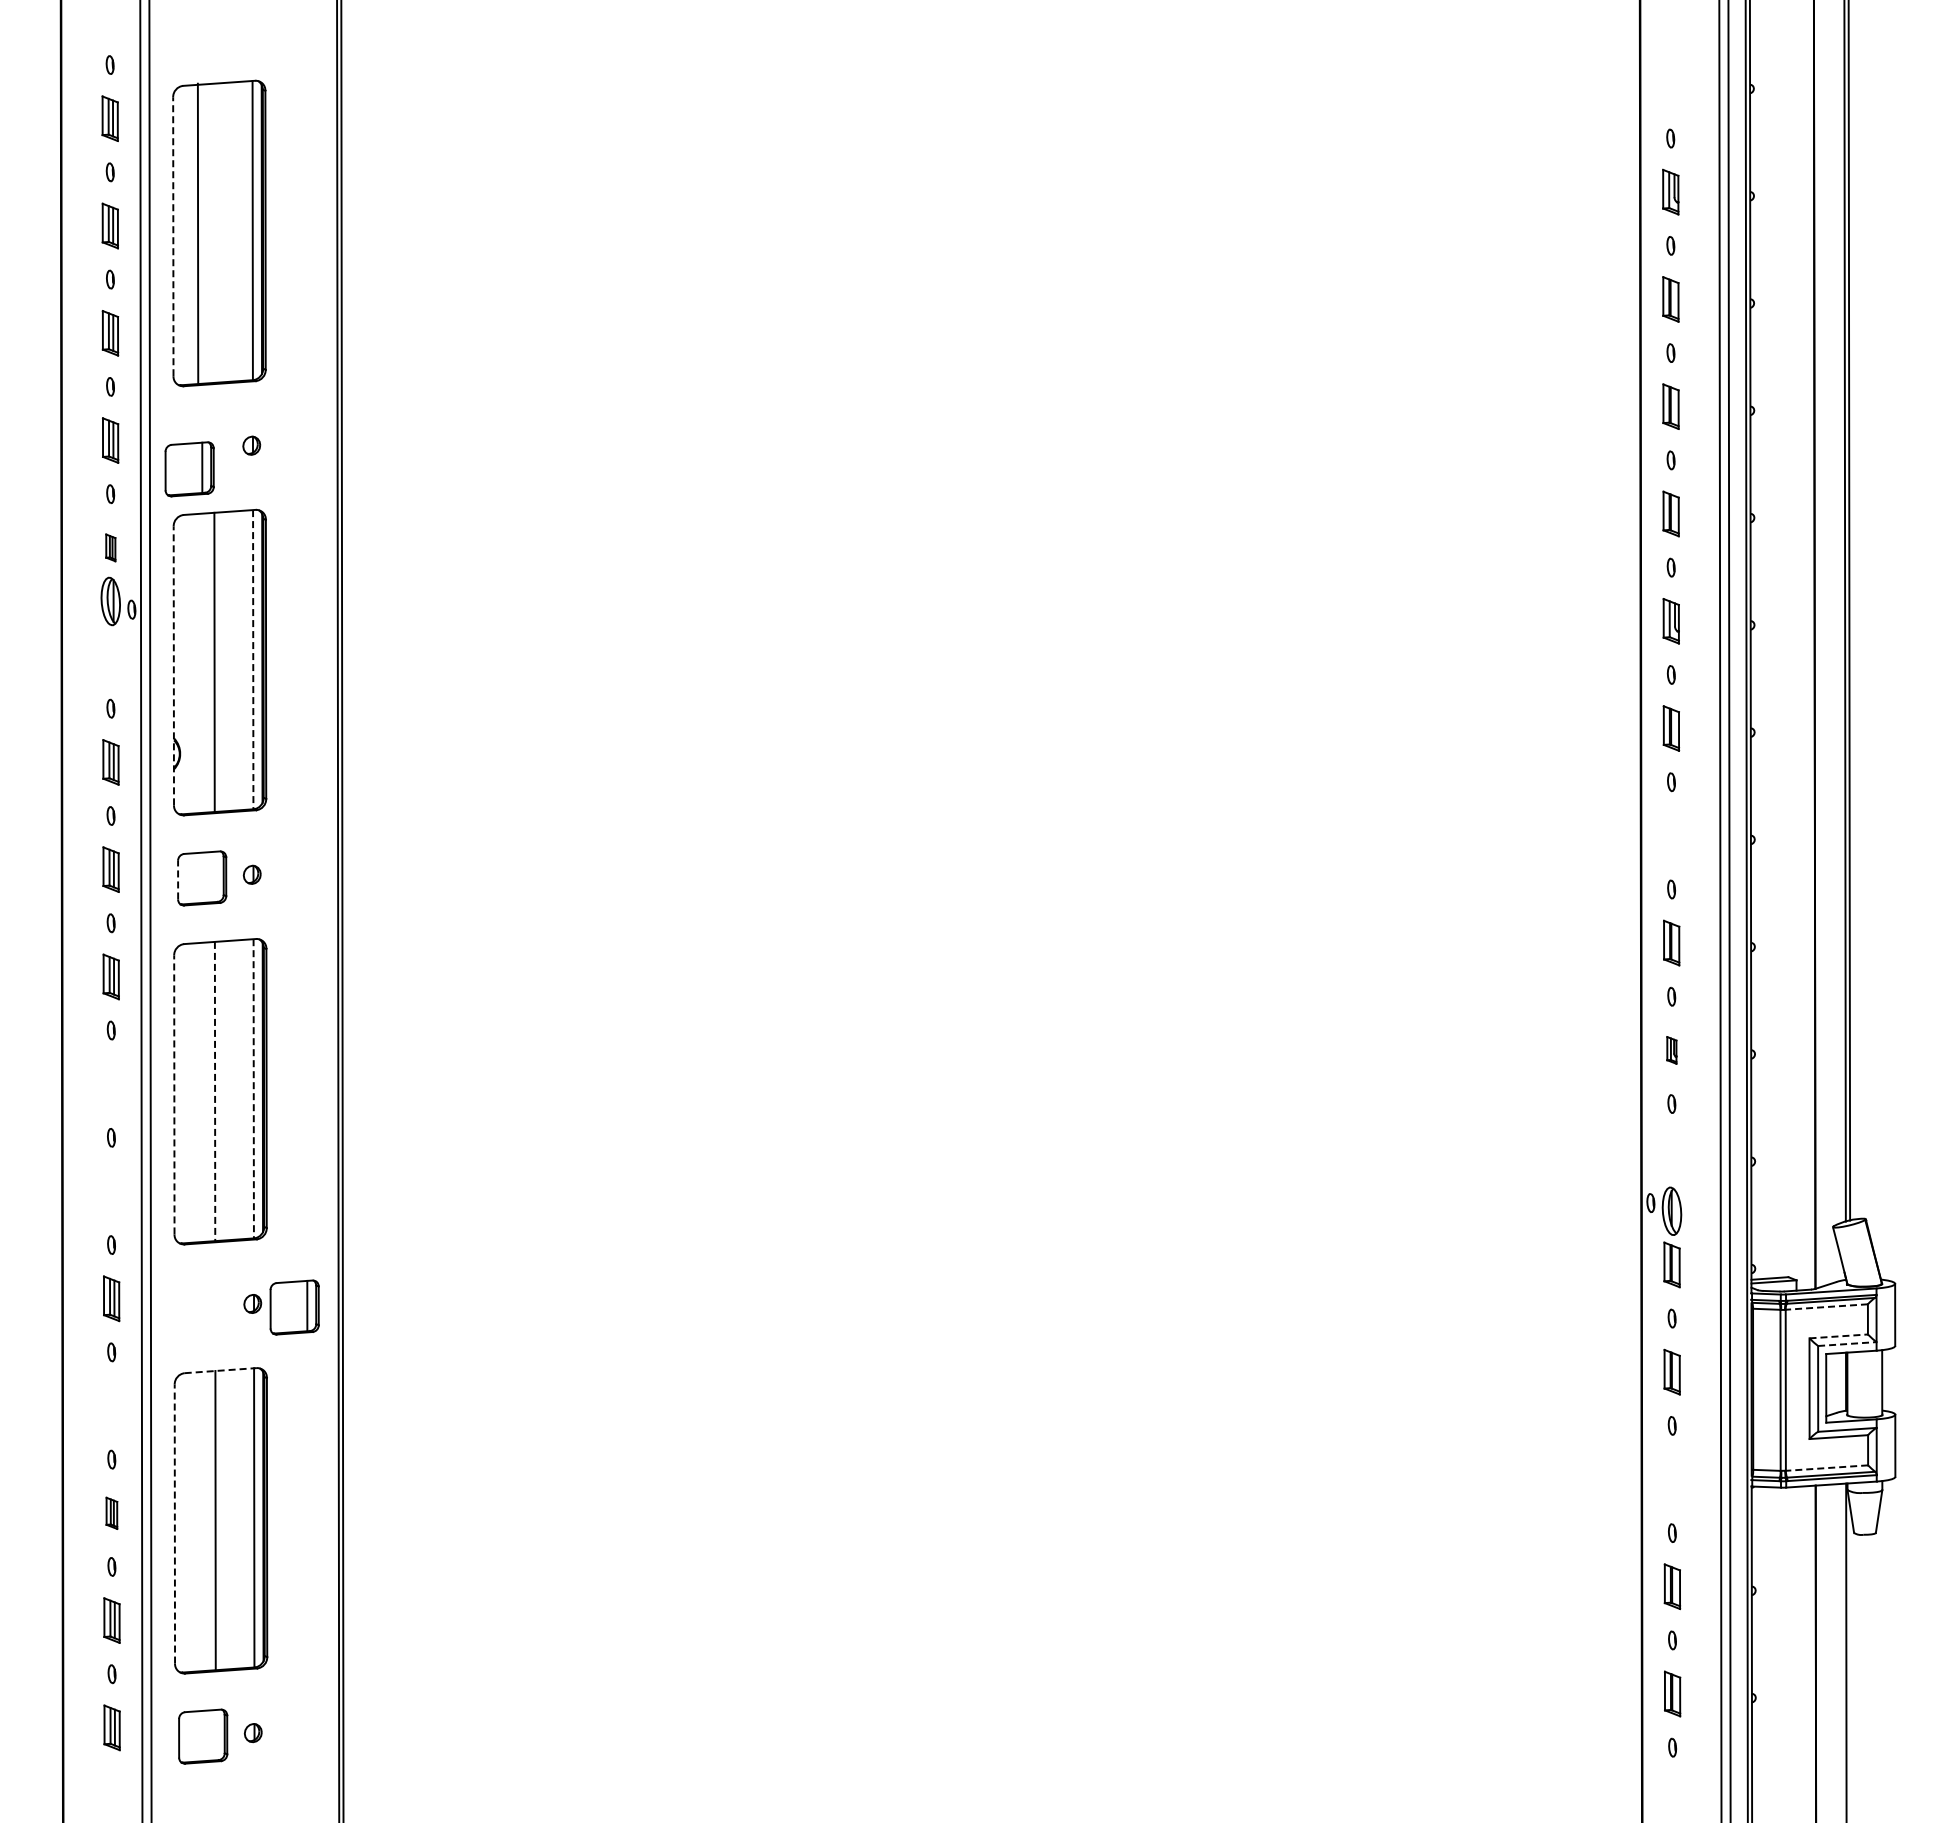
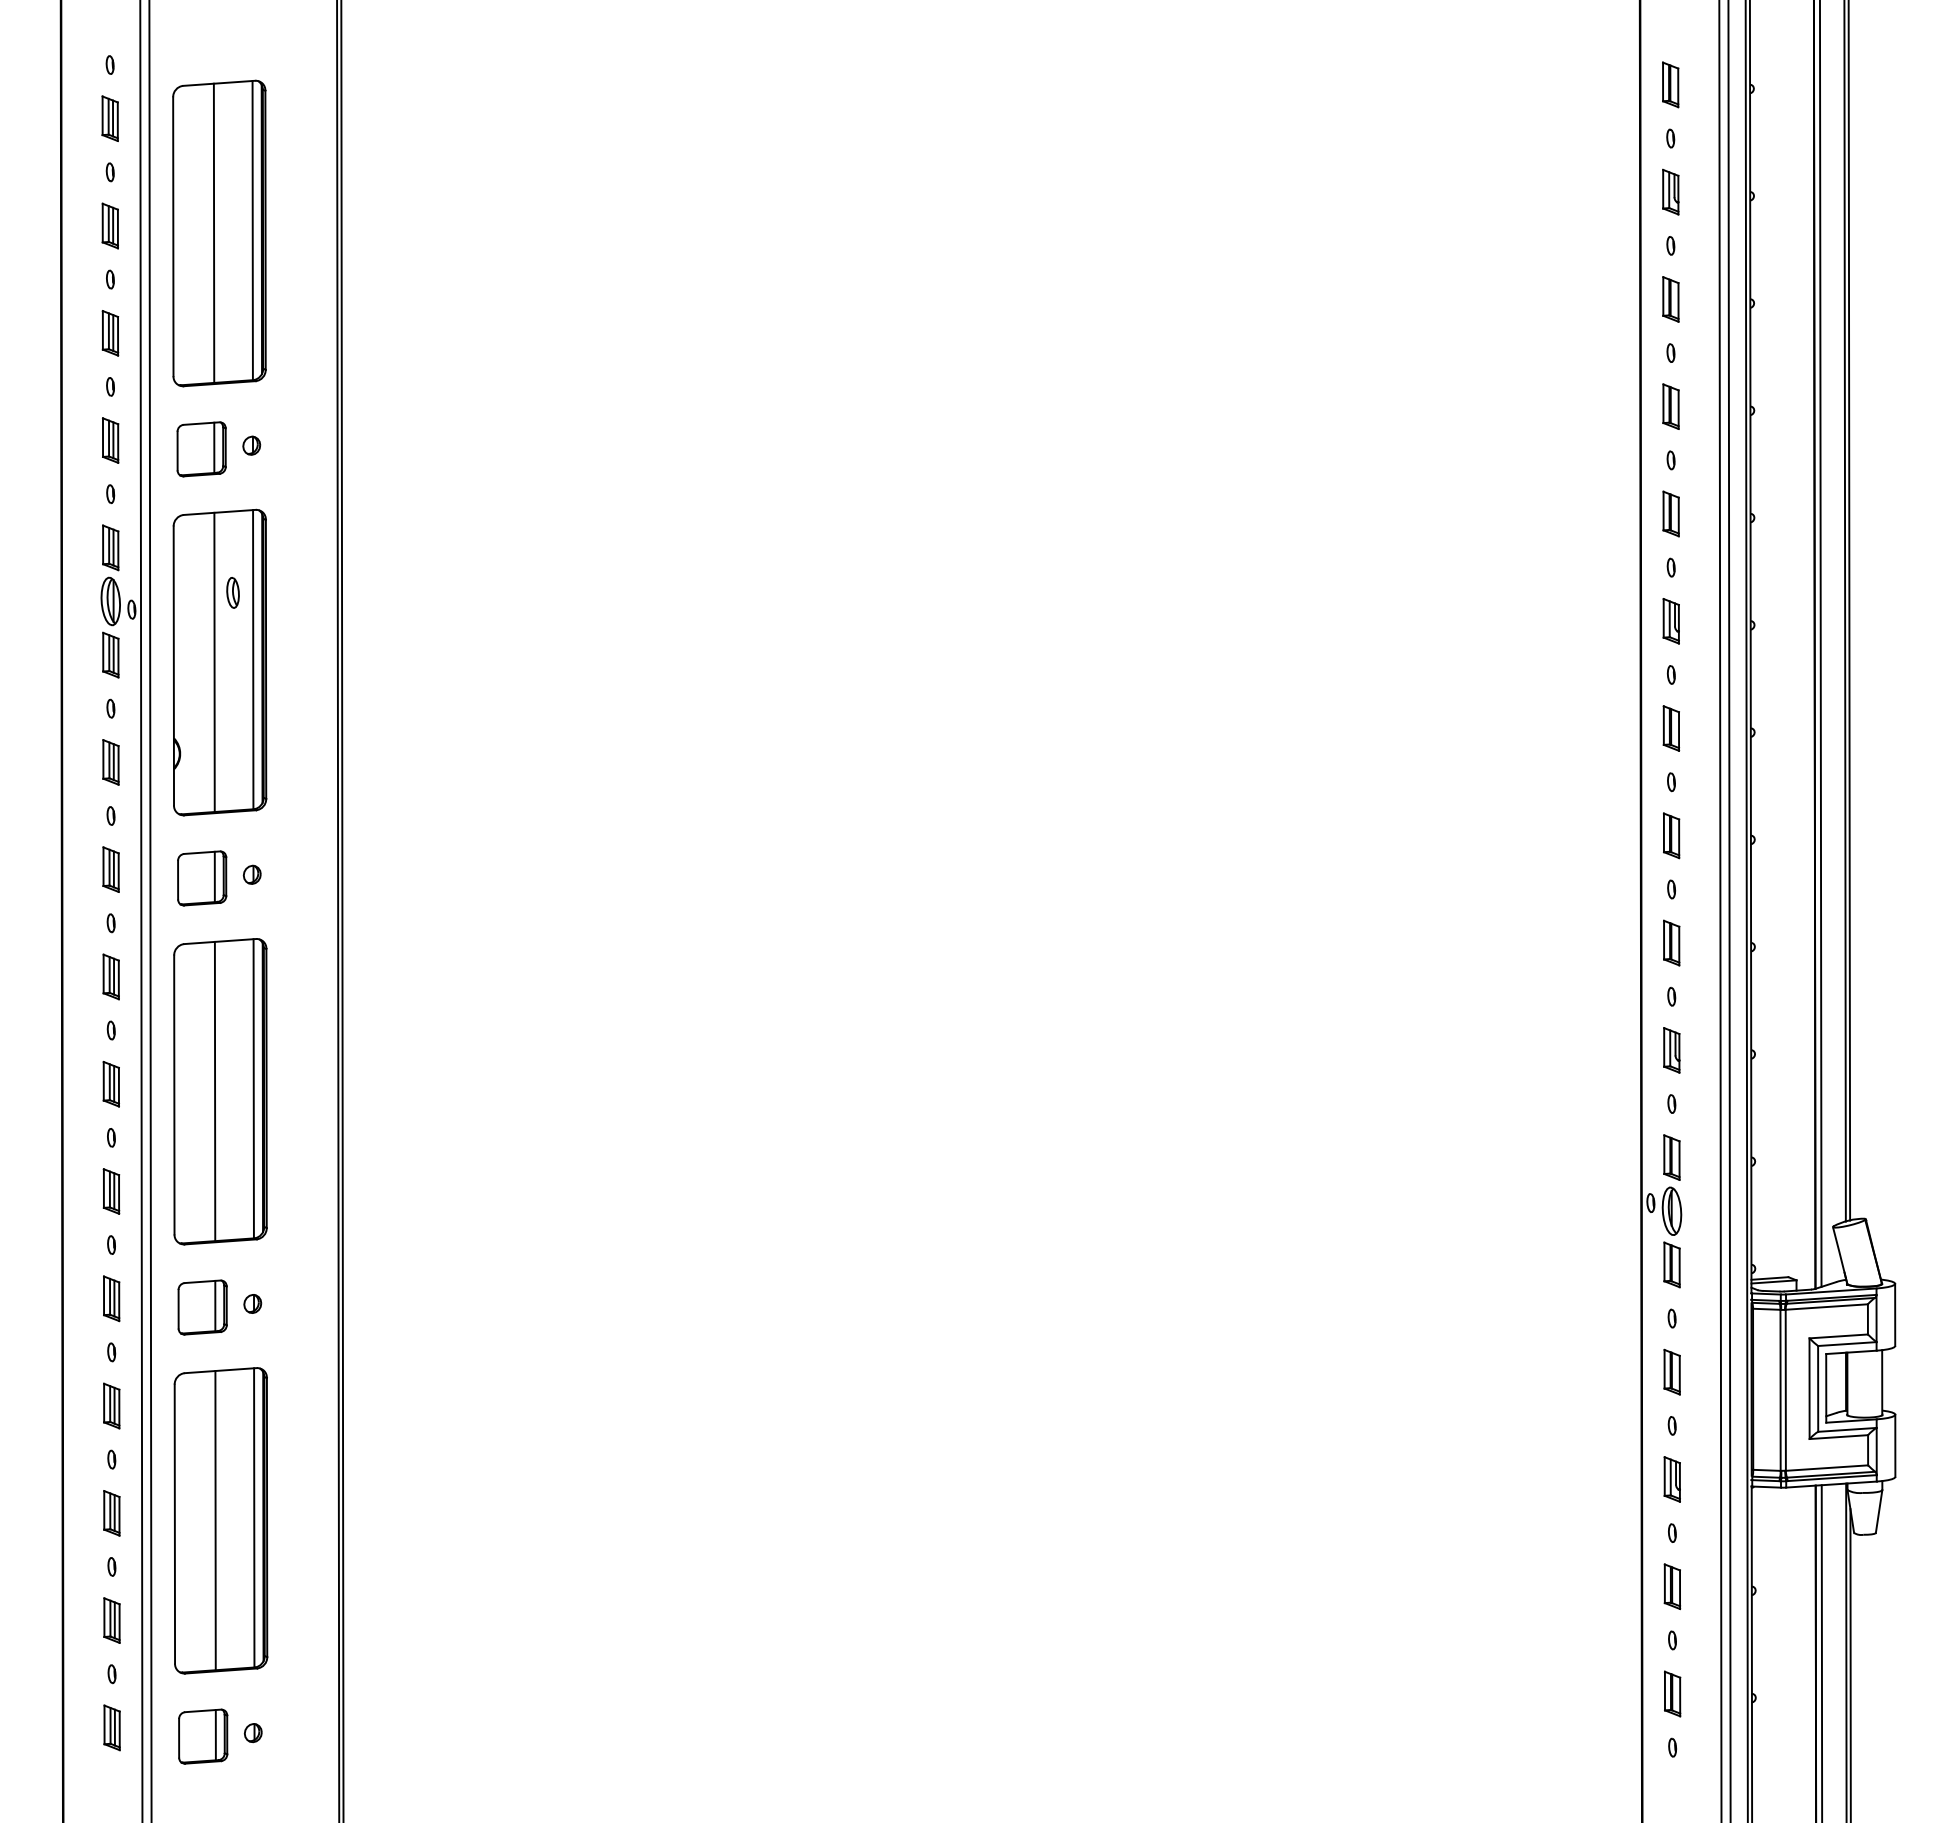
part at (1670, 84): none -> present
line at (197, 232) position: (197, 232) -> (213, 232)
line at (173, 236): dashed -> solid
part at (189, 469) position: (189, 469) -> (201, 449)
part at (110, 547) size: 12x30 px -> 18x48 px
part at (232, 592): none -> present
line at (1820, 644): none -> present
part at (110, 654): none -> present
line at (253, 659): dashed -> solid
line at (173, 665): dashed -> solid
part at (1671, 835): none -> present
line at (214, 876): none -> present
line at (178, 879): dashed -> solid
part at (1671, 1050) size: 12x29 px -> 18x47 px
part at (110, 1084): none -> present
line at (253, 1088): dashed -> solid
line at (215, 1091): dashed -> solid
line at (174, 1094): dashed -> solid
part at (1671, 1157): none -> present
part at (111, 1191): none -> present
part at (294, 1307) position: (294, 1307) -> (202, 1307)
line at (1826, 1307): dashed -> solid
line at (1839, 1336): dashed -> solid
line at (1847, 1344): dashed -> solid
line at (221, 1370): dashed -> solid
part at (111, 1405): none -> present
line at (1826, 1468): dashed -> solid
part at (1671, 1479): none -> present
part at (111, 1512) size: 14x34 px -> 18x47 px
line at (174, 1523): dashed -> solid
line at (1821, 1652): none -> present
line at (1850, 1664): none -> present
line at (215, 1735): none -> present
